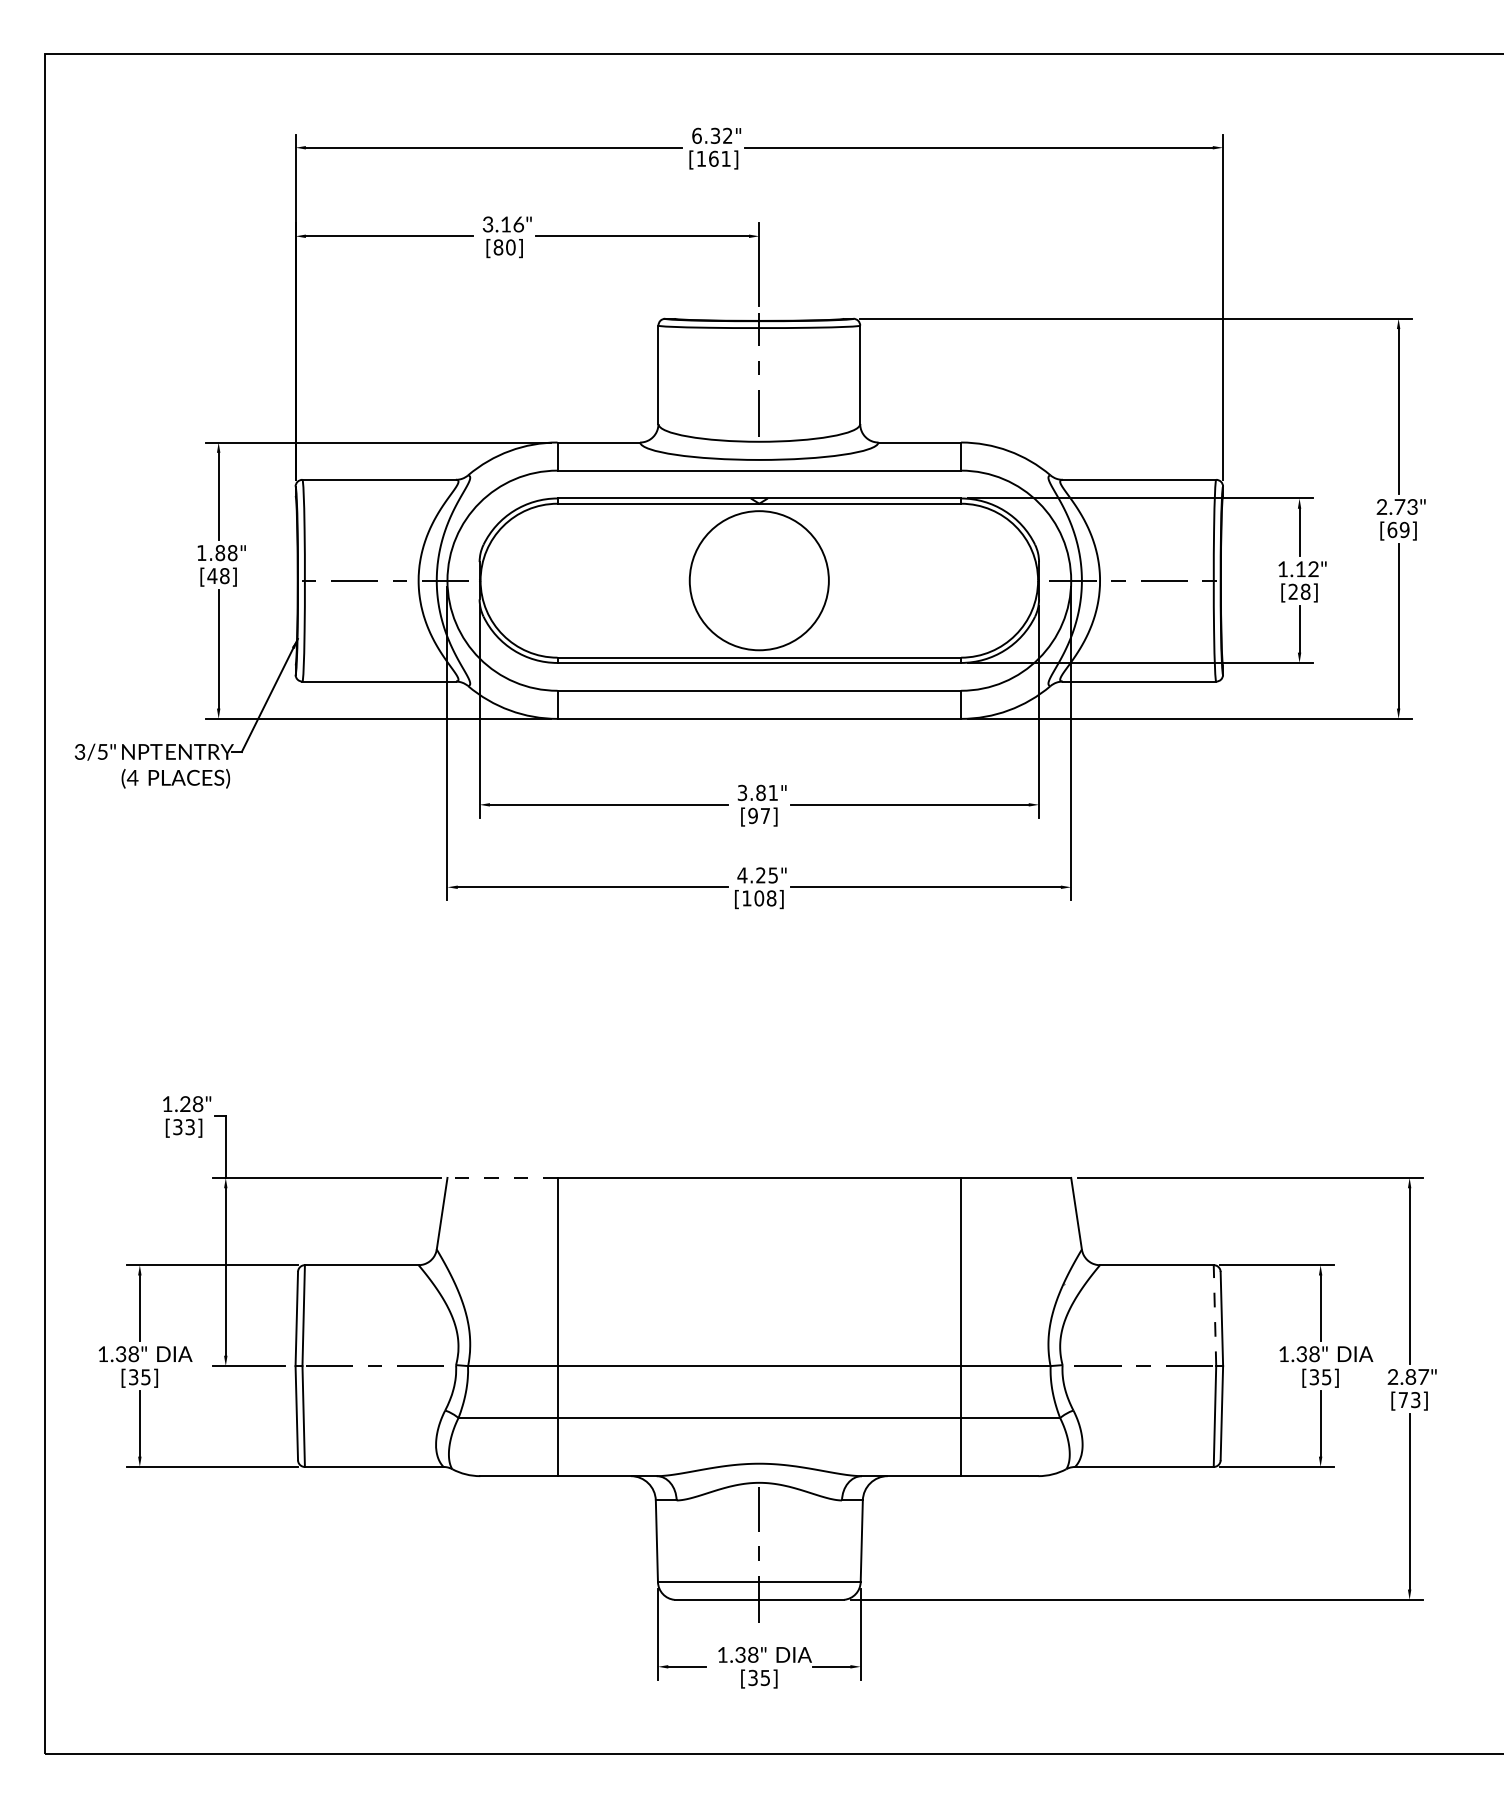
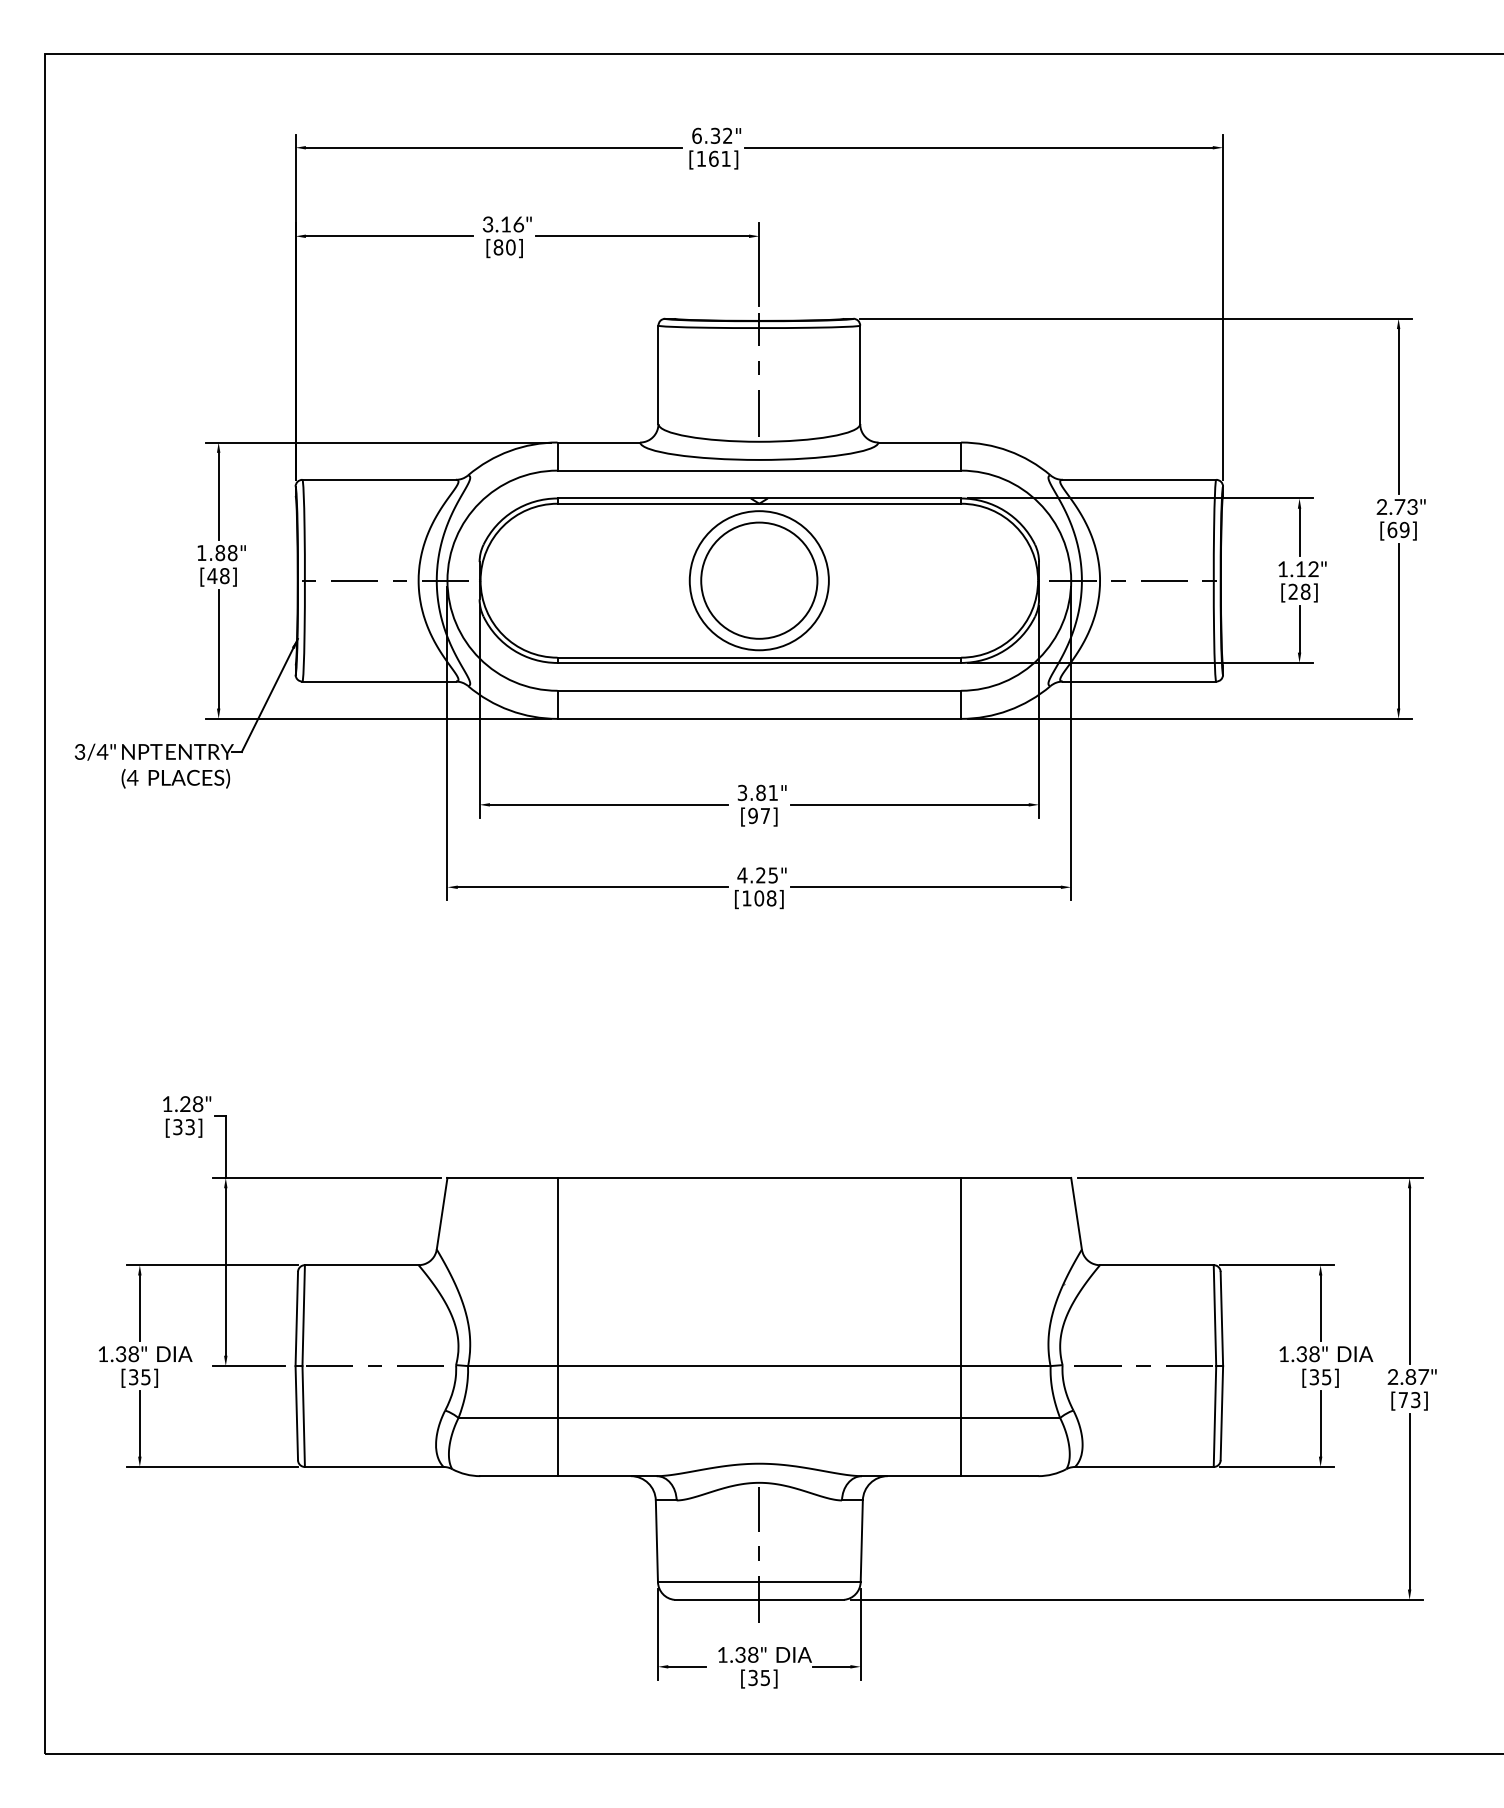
circle at (759, 580): none -> present
text at (102, 751): 3/5" -> 3/4"
line at (502, 1177): dashed -> solid
line at (1214, 1315): dashed -> solid
